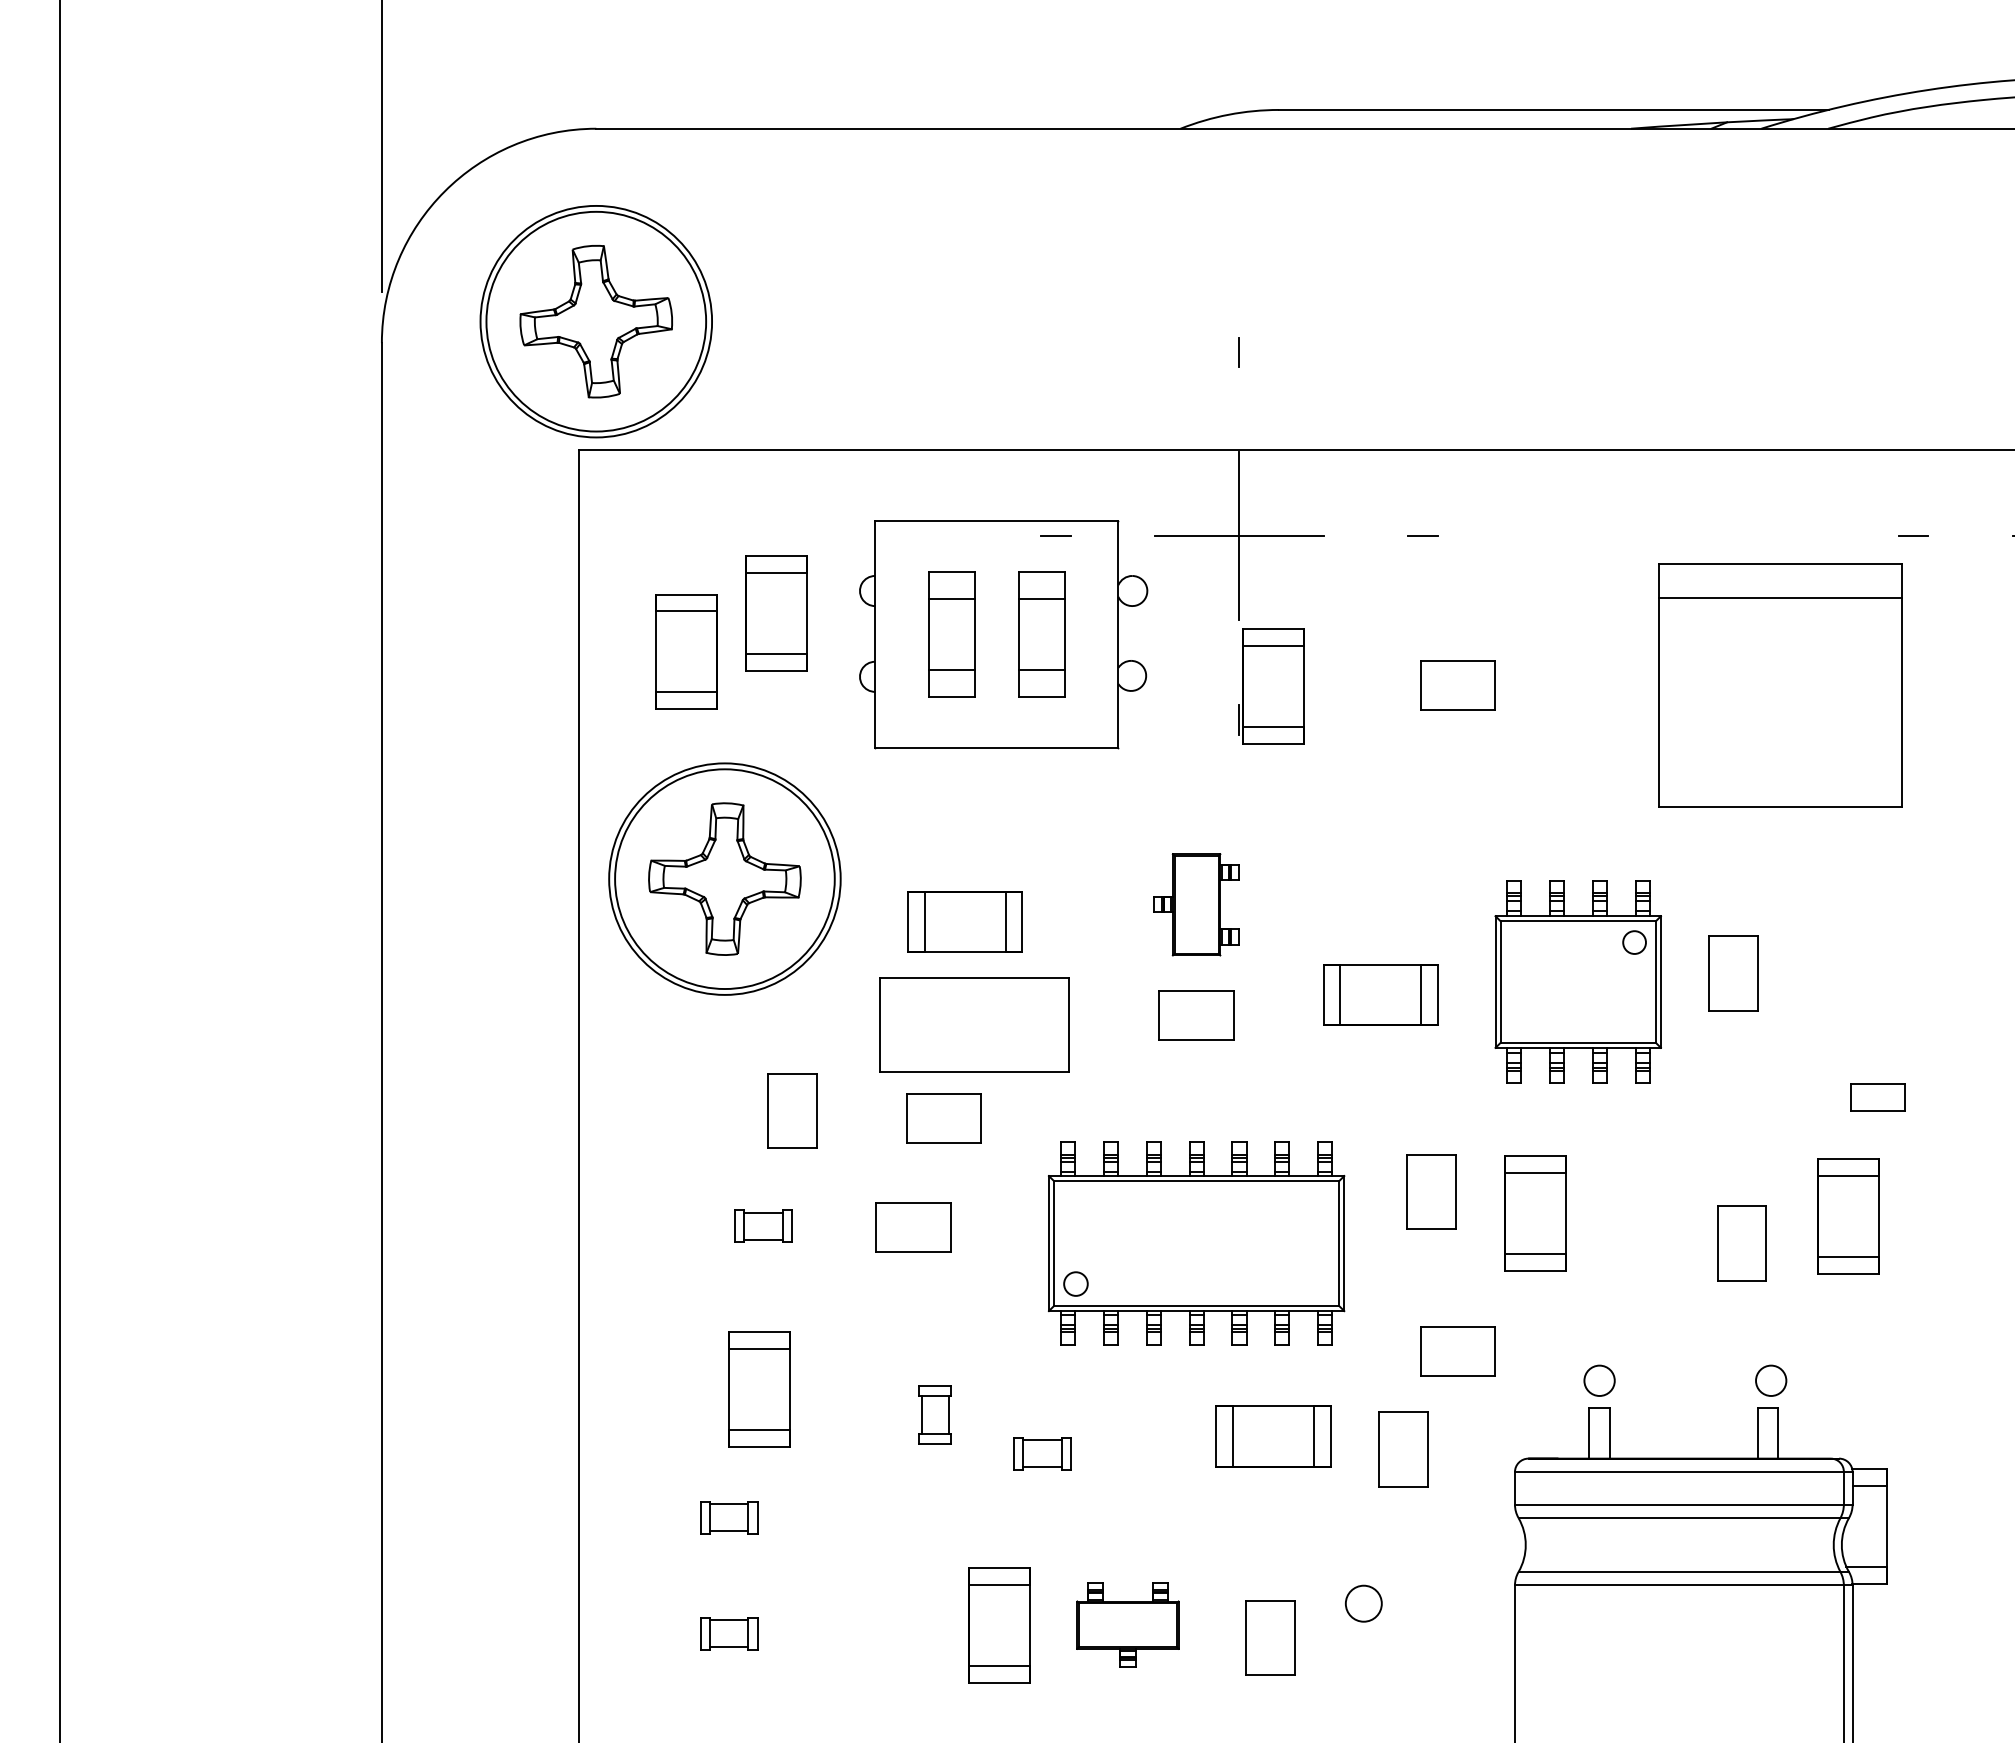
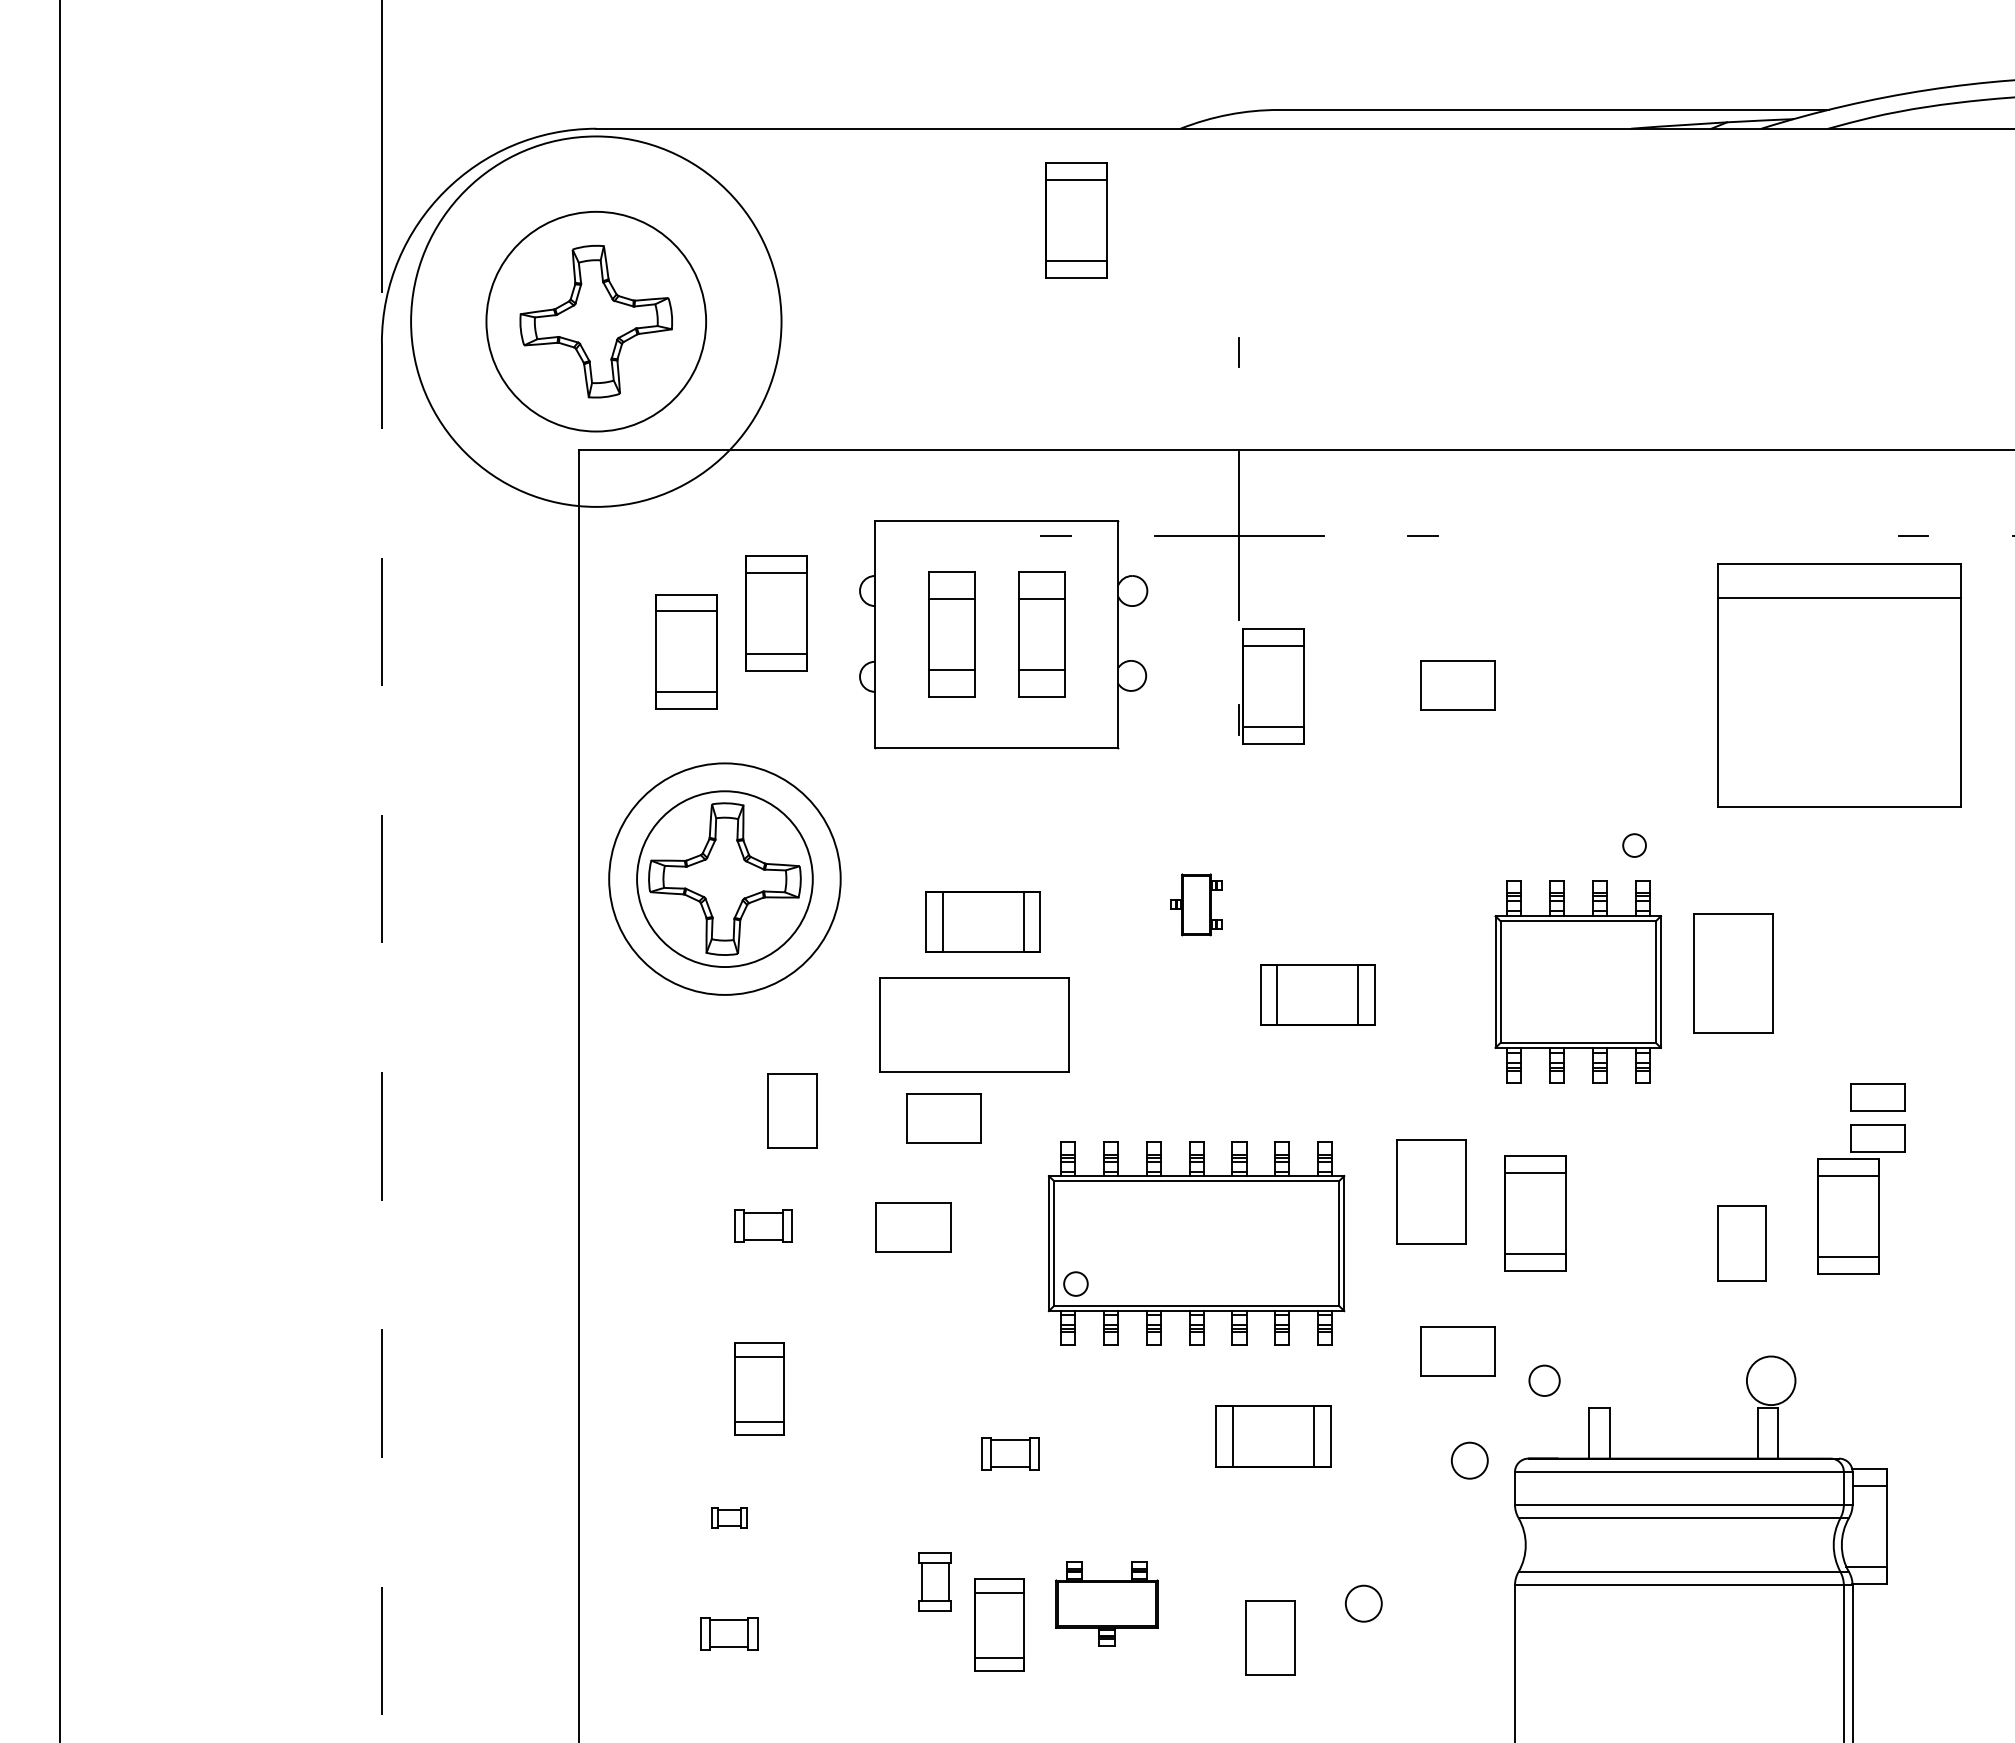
part at (1076, 220): none -> present
circle at (596, 321) diameter: 232 px -> 370 px
part at (1780, 685) position: (1780, 685) -> (1839, 685)
circle at (724, 879) diameter: 220 px -> 176 px
part at (1196, 904) size: 87x104 px -> 53x64 px
part at (964, 921) position: (964, 921) -> (982, 921)
circle at (1634, 942) position: (1634, 942) -> (1634, 845)
part at (1733, 973) size: 51x77 px -> 81x121 px
part at (1380, 994) position: (1380, 994) -> (1317, 994)
part at (1196, 1015): present -> none
line at (382, 1042): solid -> dashed
part at (1877, 1138): none -> present
part at (1431, 1191) size: 51x76 px -> 71x106 px
circle at (1599, 1380) position: (1599, 1380) -> (1544, 1380)
circle at (1771, 1380) diameter: 30 px -> 49 px
part at (759, 1389) size: 63x117 px -> 51x94 px
part at (934, 1414) position: (934, 1414) -> (934, 1581)
part at (1403, 1449): present -> none
part at (1042, 1453) position: (1042, 1453) -> (1010, 1453)
circle at (1469, 1460): none -> present
part at (729, 1517) size: 59x34 px -> 37x22 px
part at (1127, 1624) position: (1127, 1624) -> (1106, 1603)
part at (999, 1625) size: 63x117 px -> 51x94 px
